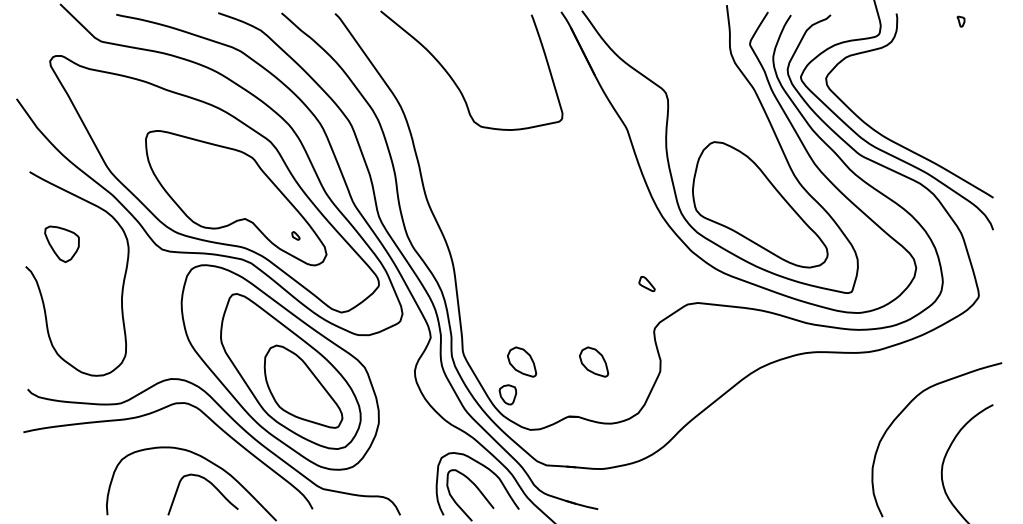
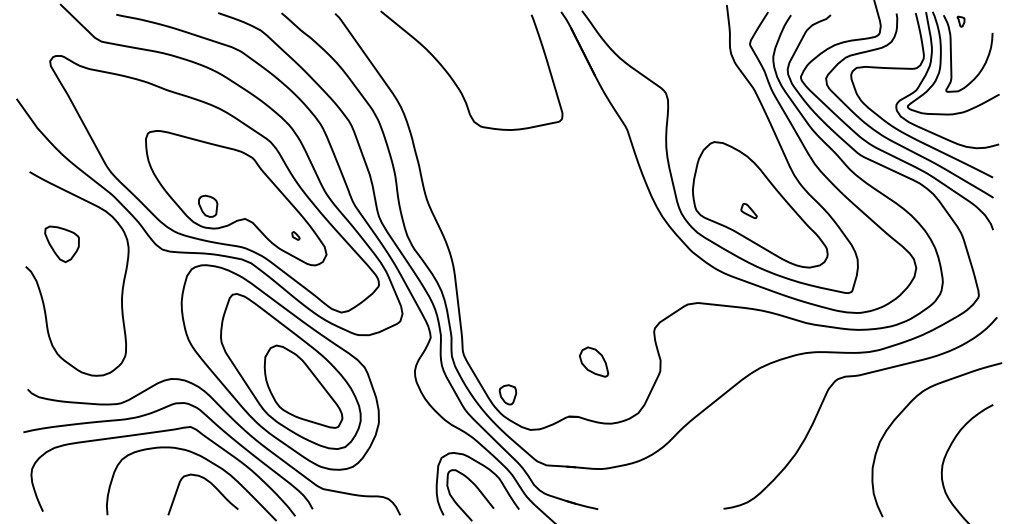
part at (924, 94): none -> present
part at (208, 205): none -> present
part at (646, 283) position: (646, 283) -> (748, 210)
part at (522, 361): present -> none
curve at (852, 377): none -> present
curve at (155, 433): none -> present
